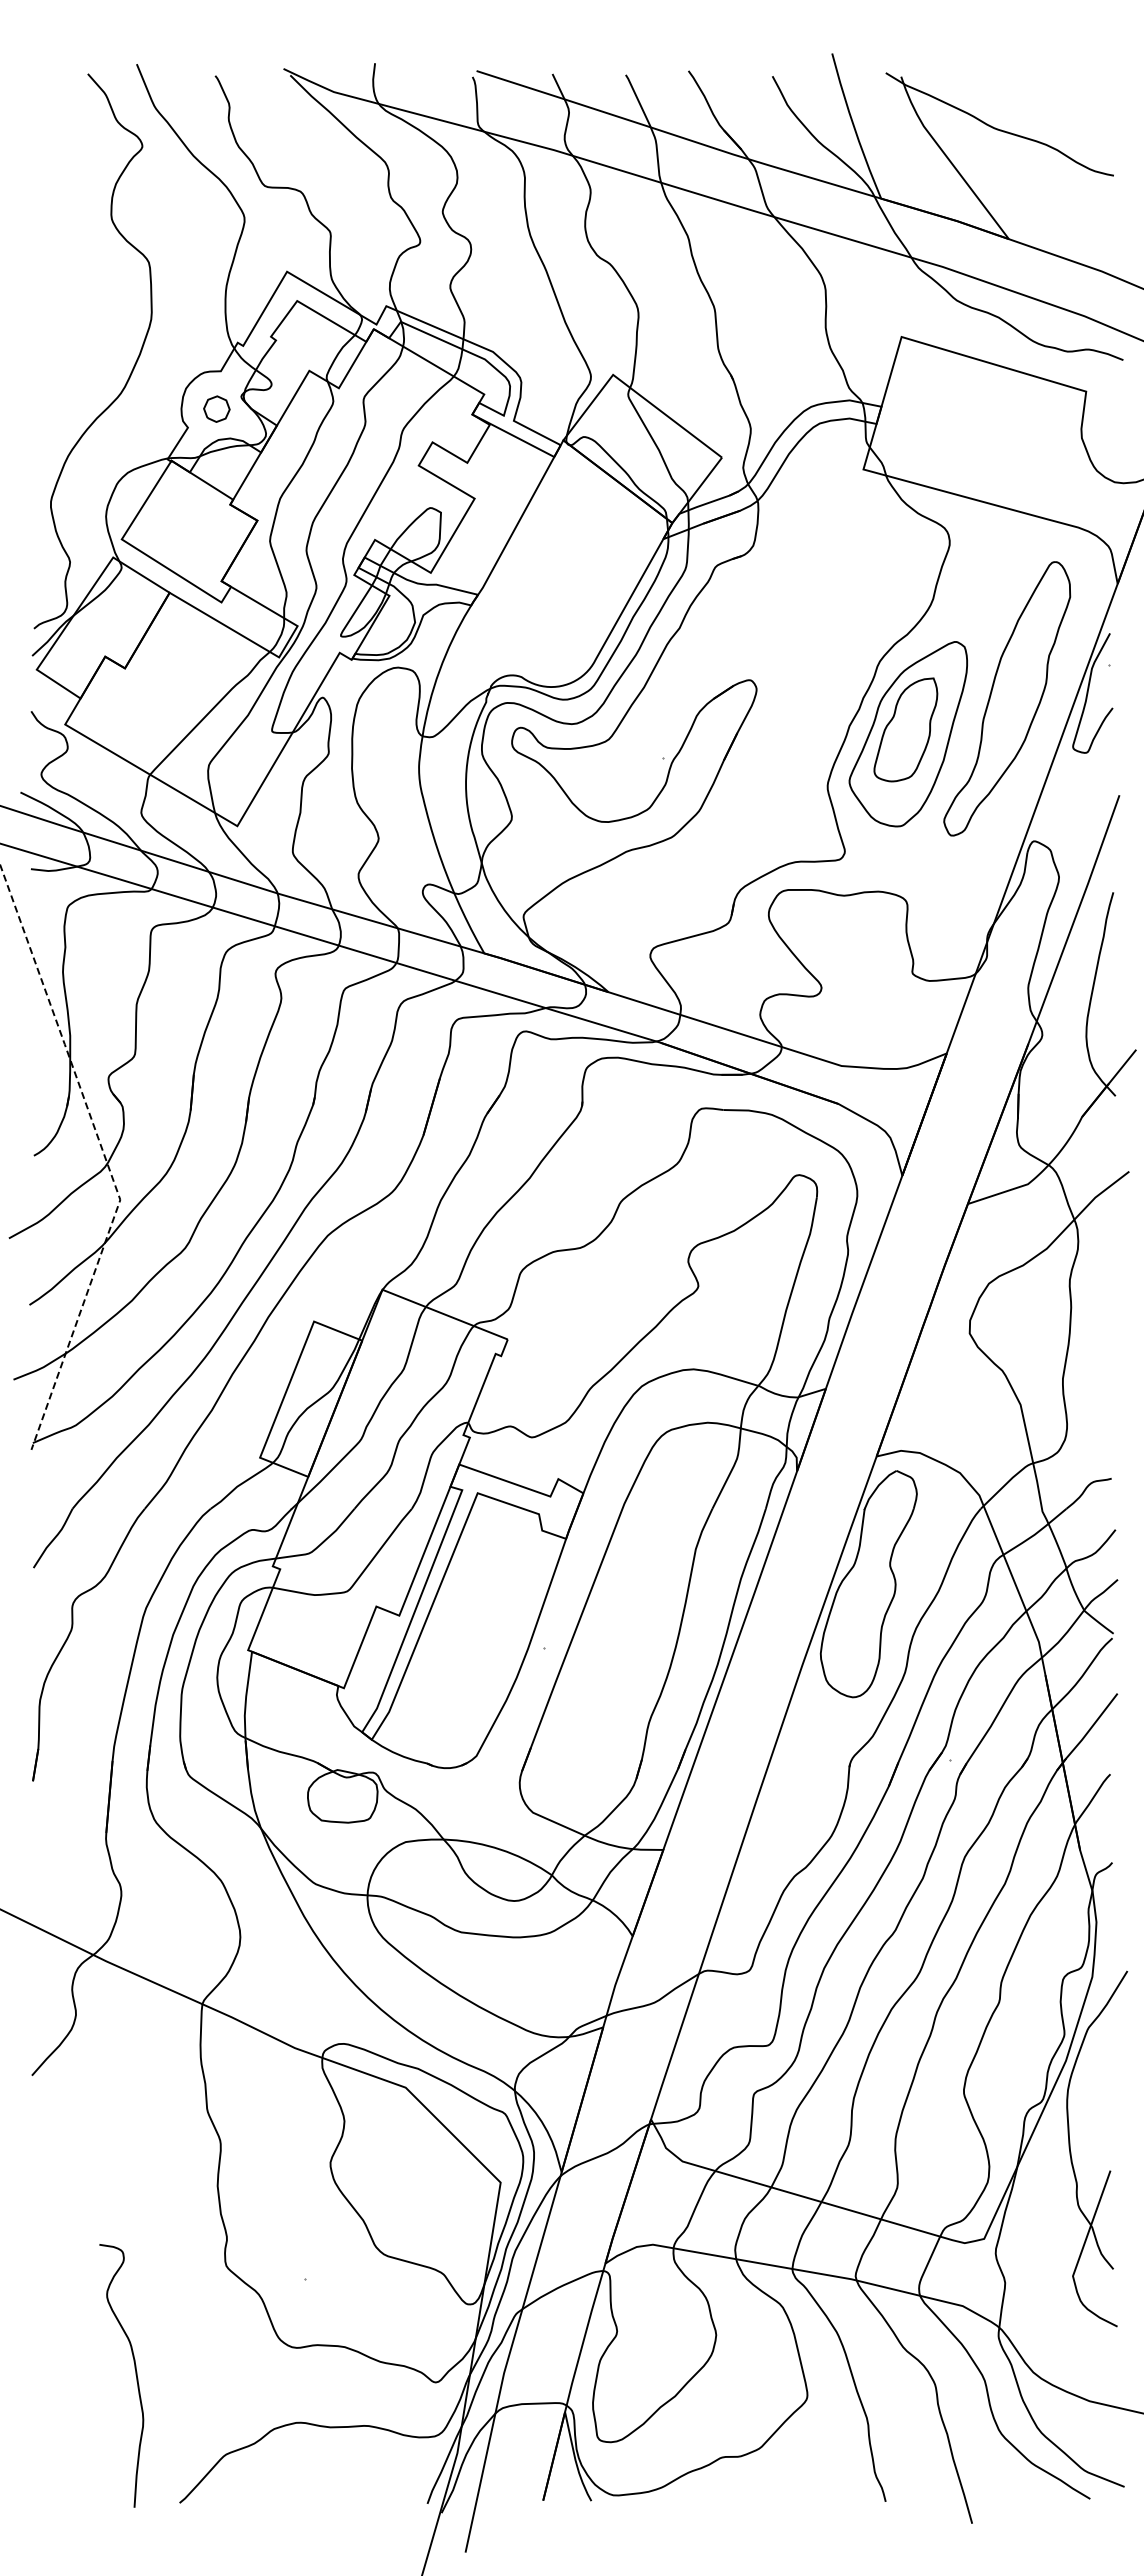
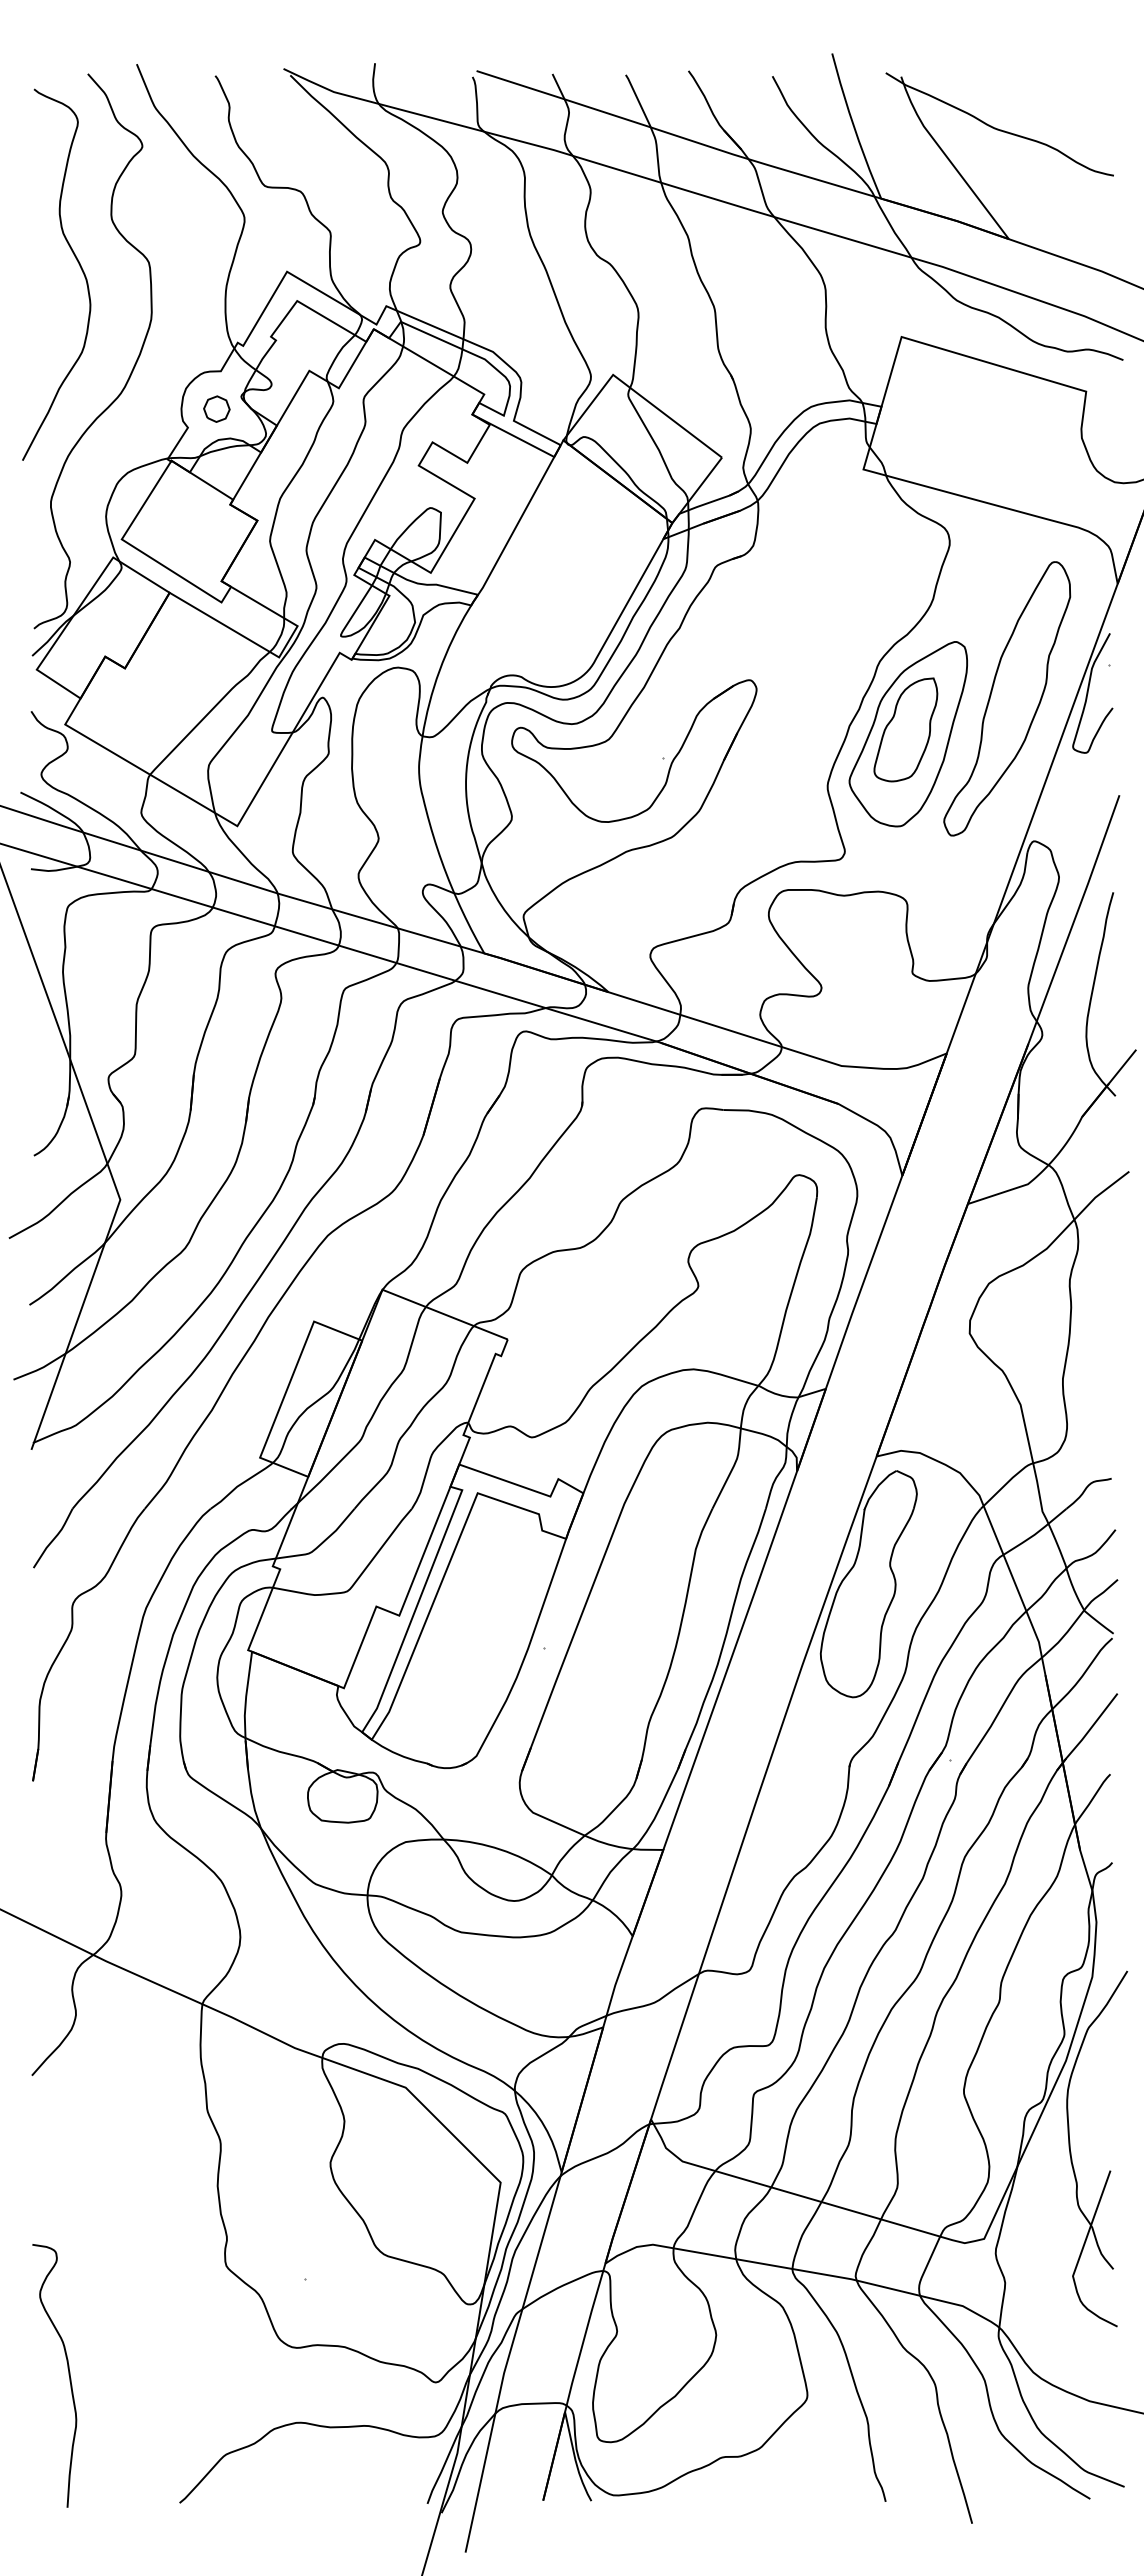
curve at (78, 264): none -> present
line at (105, 1157): dashed -> solid
curve at (135, 2375) position: (135, 2375) -> (68, 2375)
